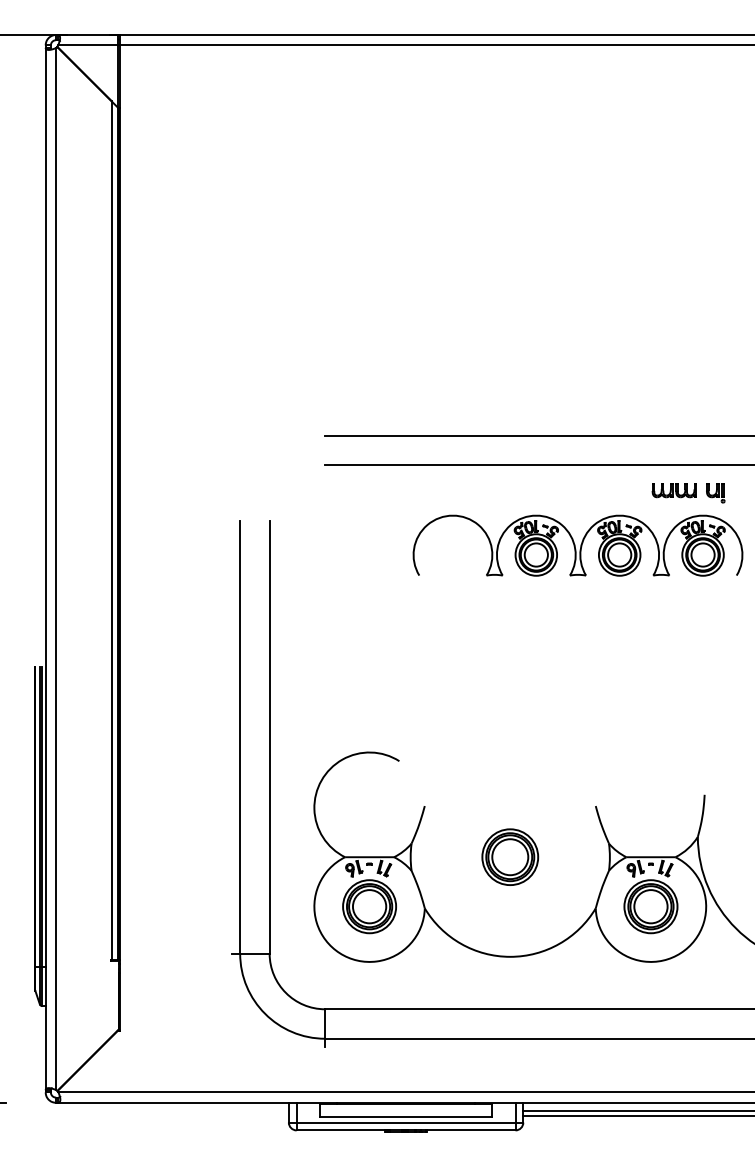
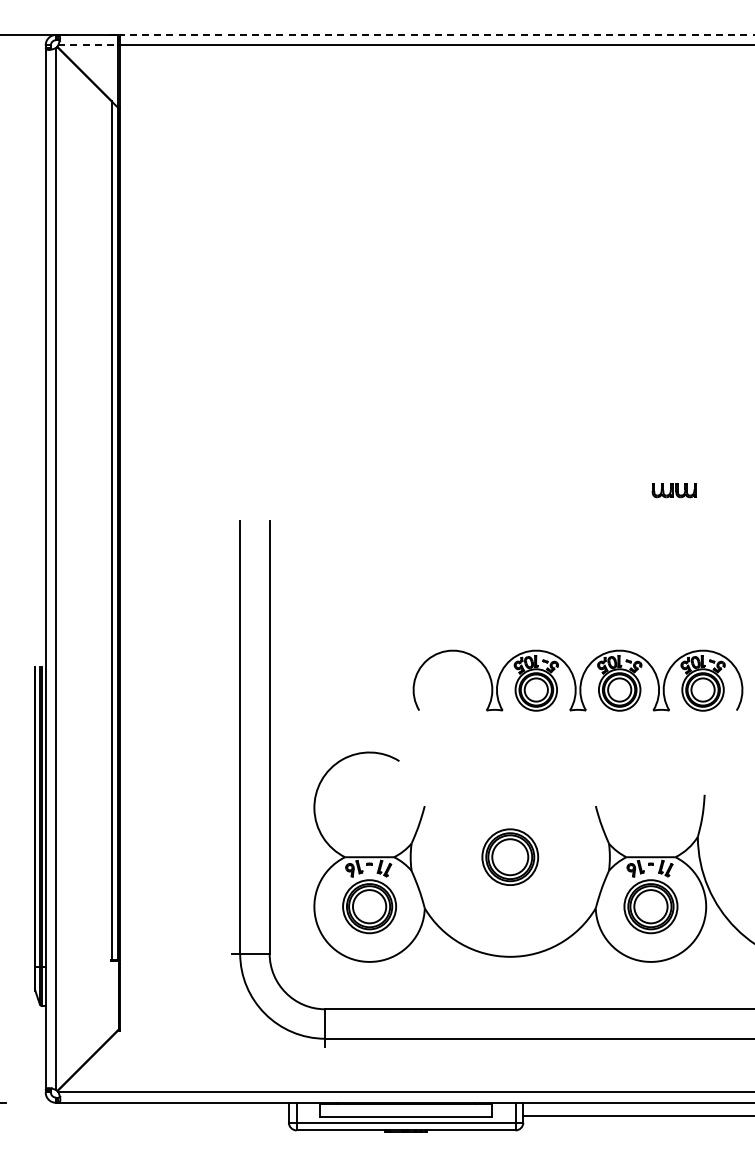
line at (436, 35): solid -> dashed
line at (88, 45): solid -> dashed
line at (538, 436): present -> none
line at (538, 465): present -> none
part at (715, 493): present -> none
part at (577, 545) position: (577, 545) -> (577, 680)
line at (637, 1110): present -> none
